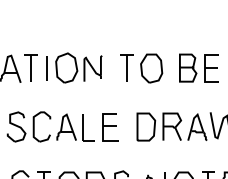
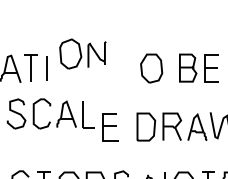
part at (78, 67) position: (78, 67) -> (82, 53)
part at (126, 67): present -> none
part at (50, 119) position: (50, 119) -> (50, 106)
